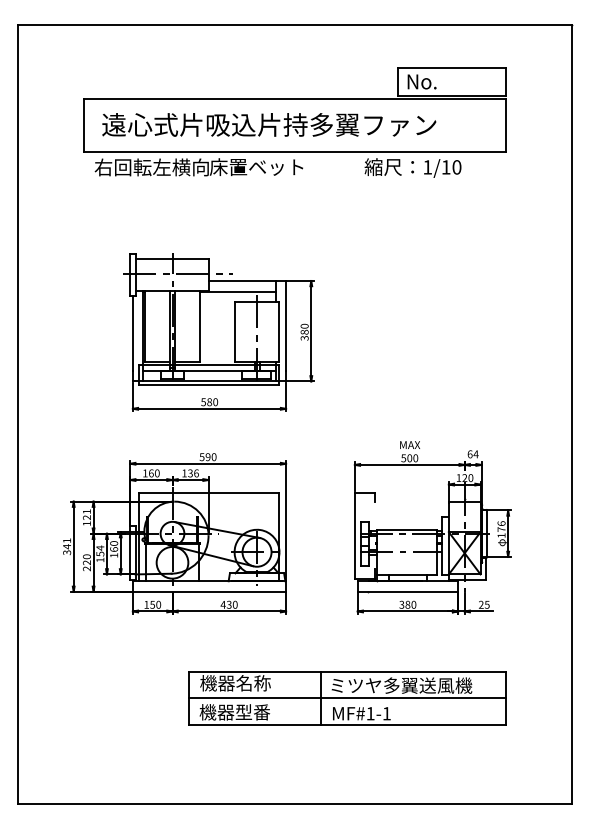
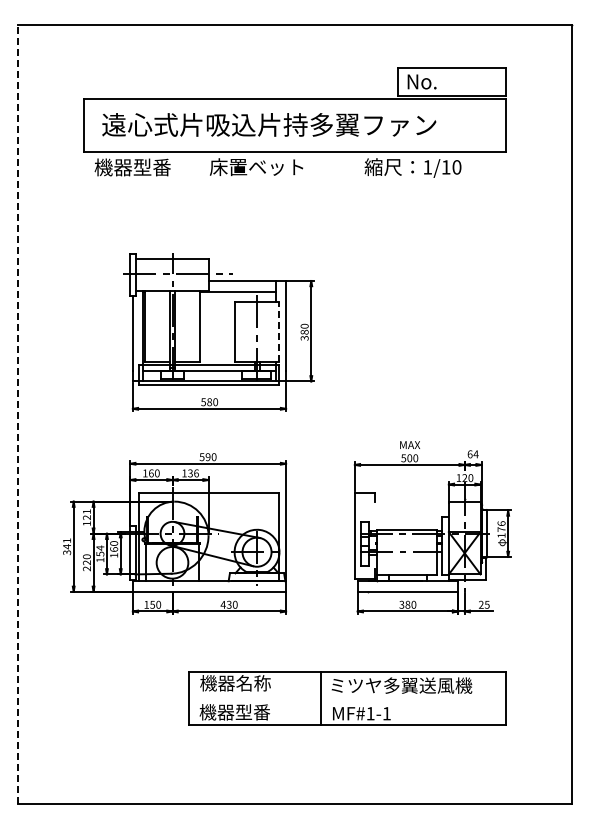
text at (151, 167): 右回転左横向 -> 機器型番
line at (279, 331): solid -> dashed
line at (17, 414): solid -> dashed
line at (347, 698): present -> none
